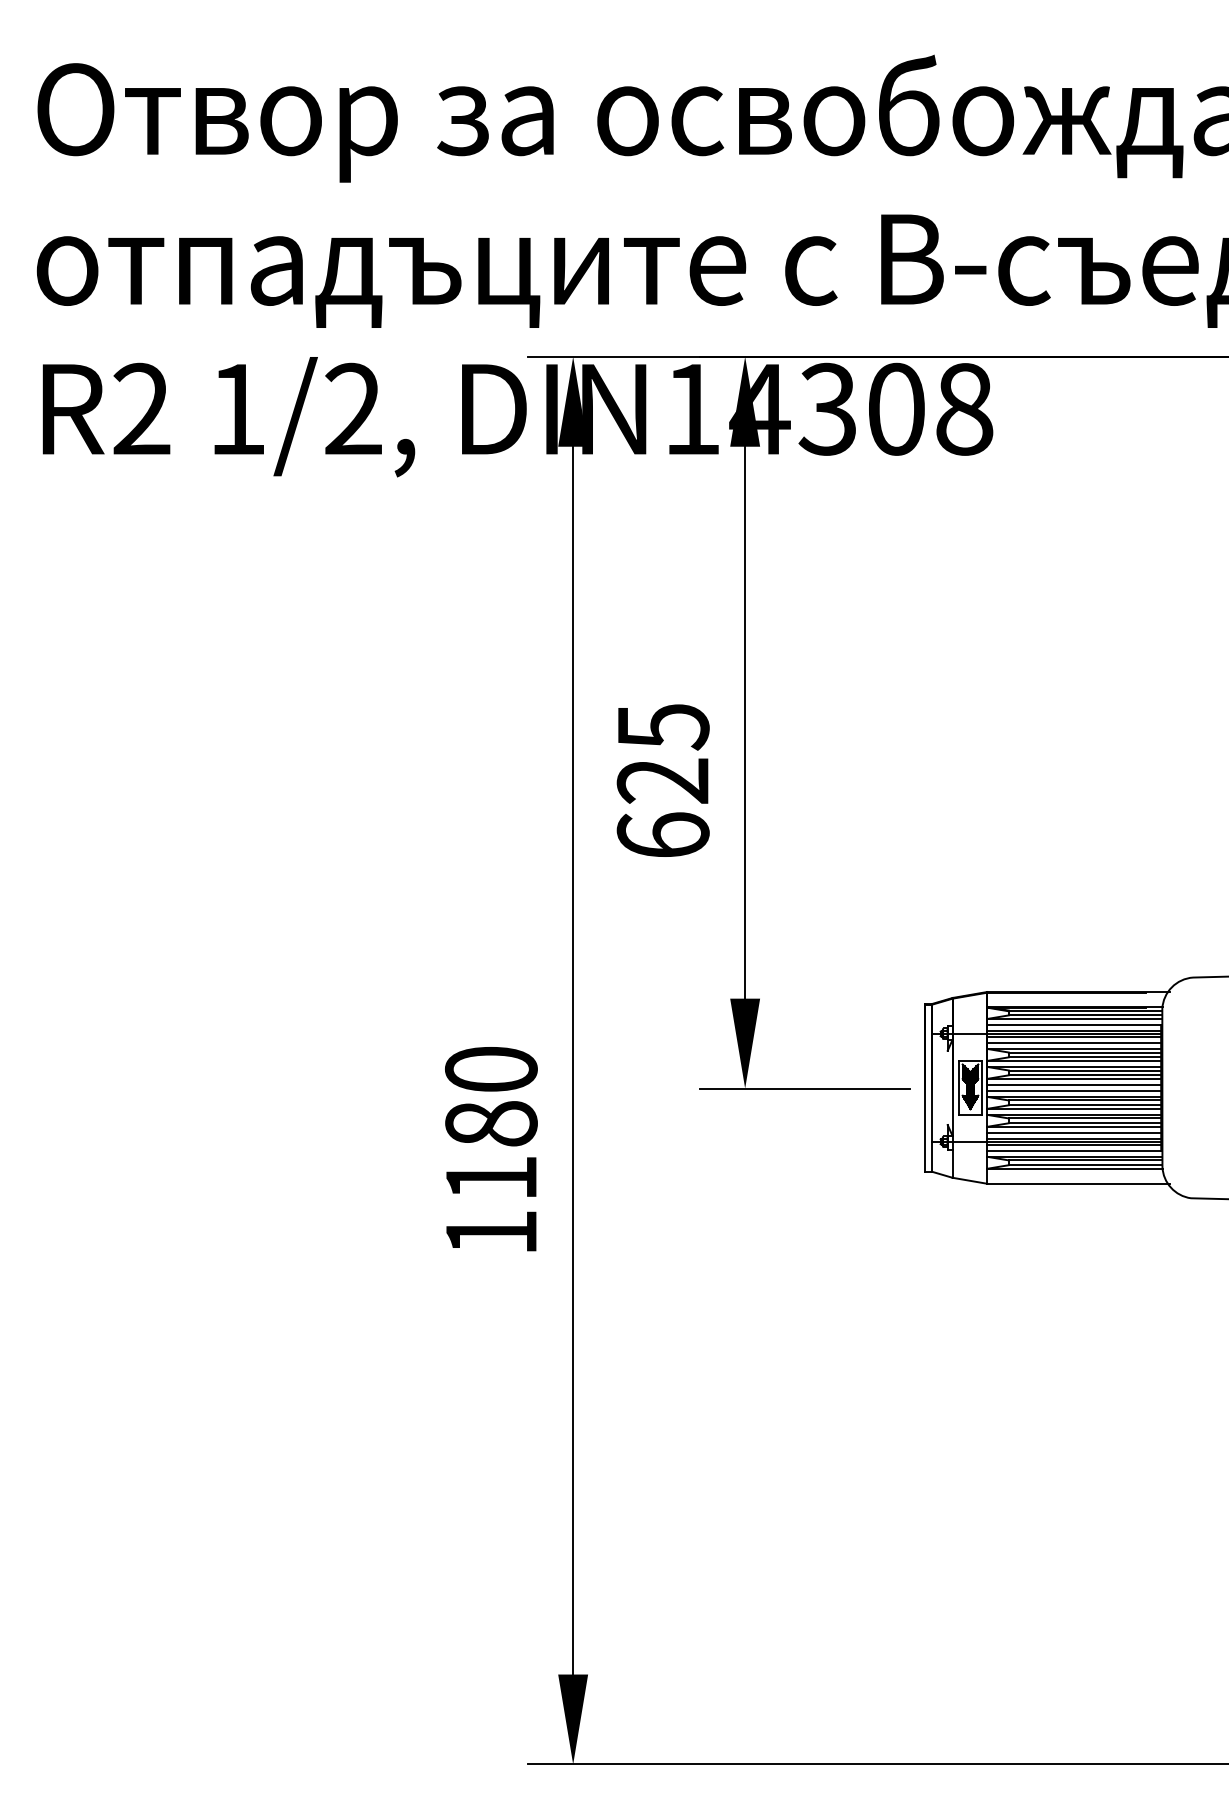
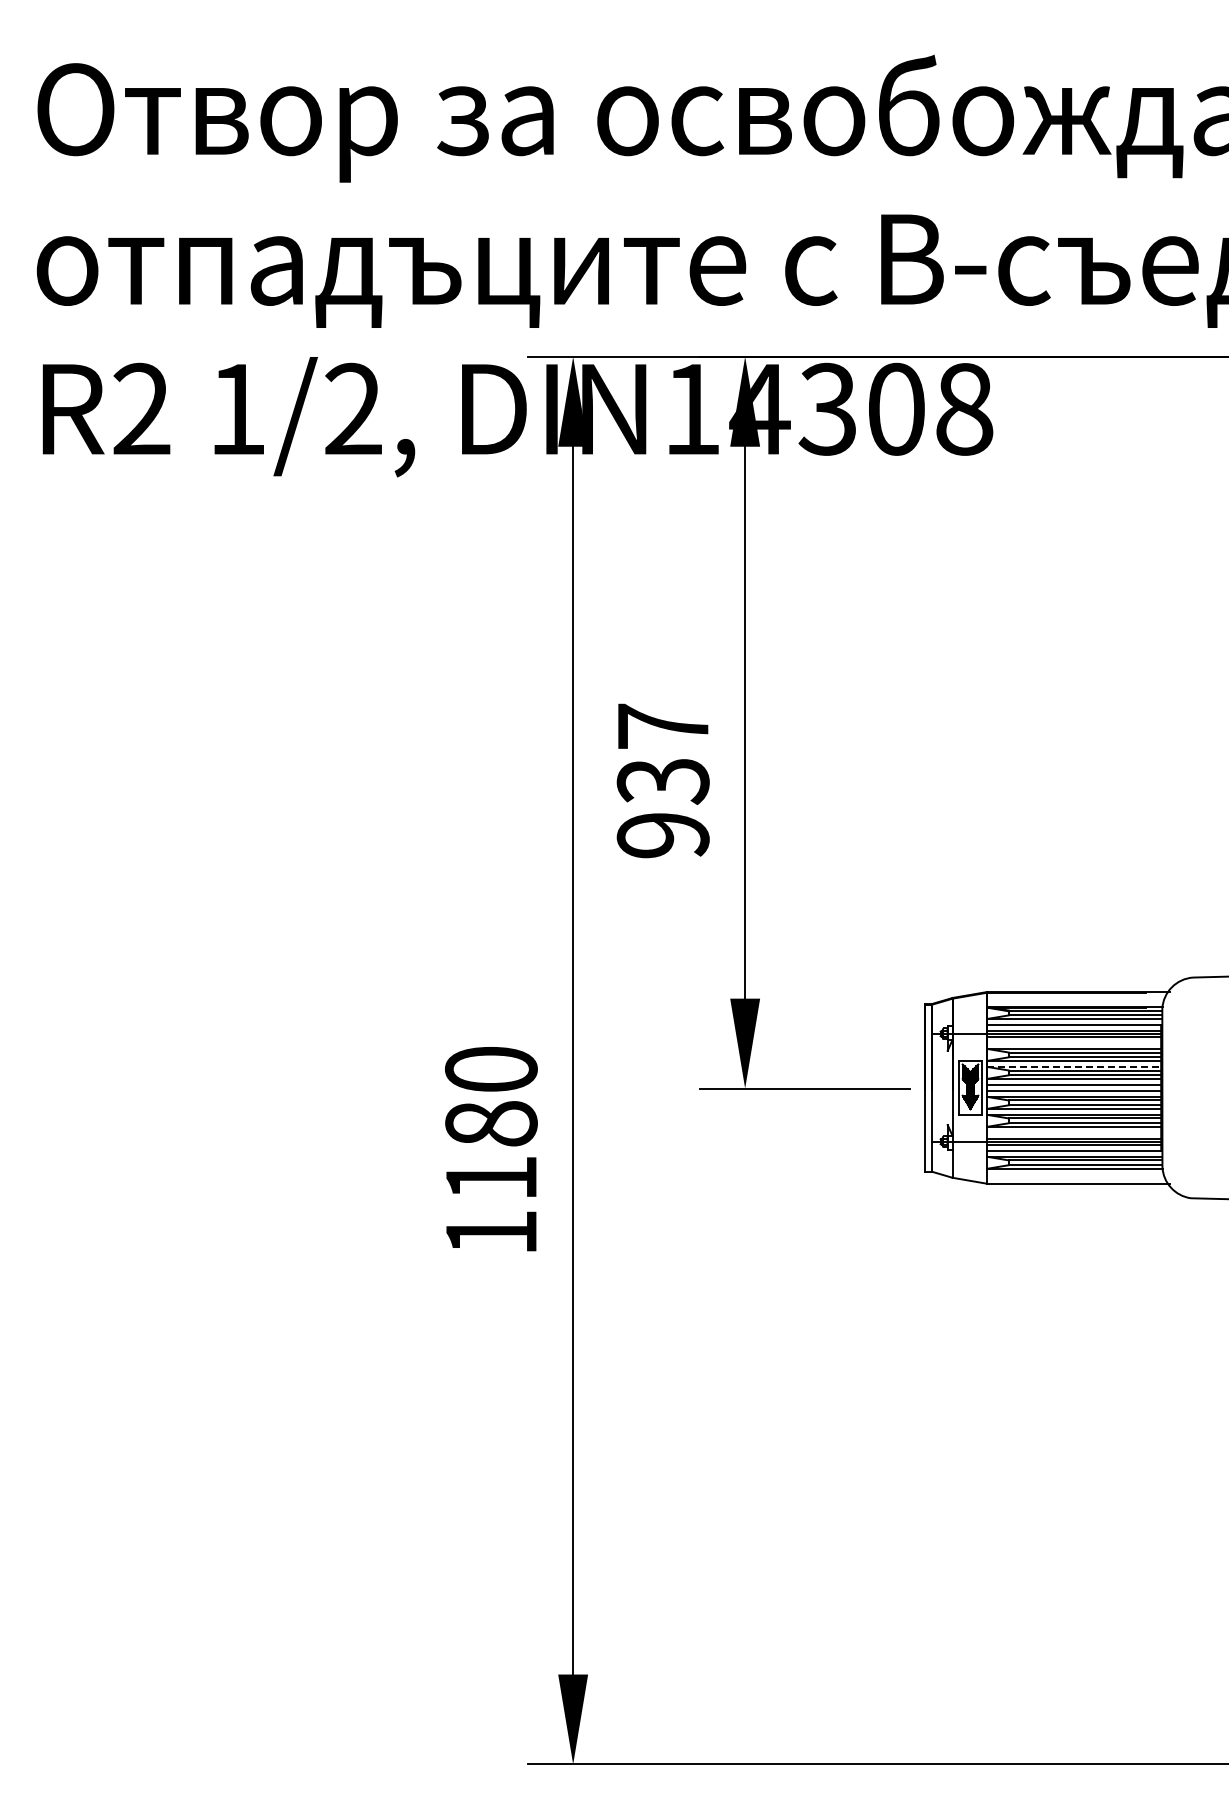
text at (662, 780): 625 -> 937
line at (1074, 1042): present -> none
line at (1074, 1066): solid -> dashed
line at (1074, 1132): present -> none
